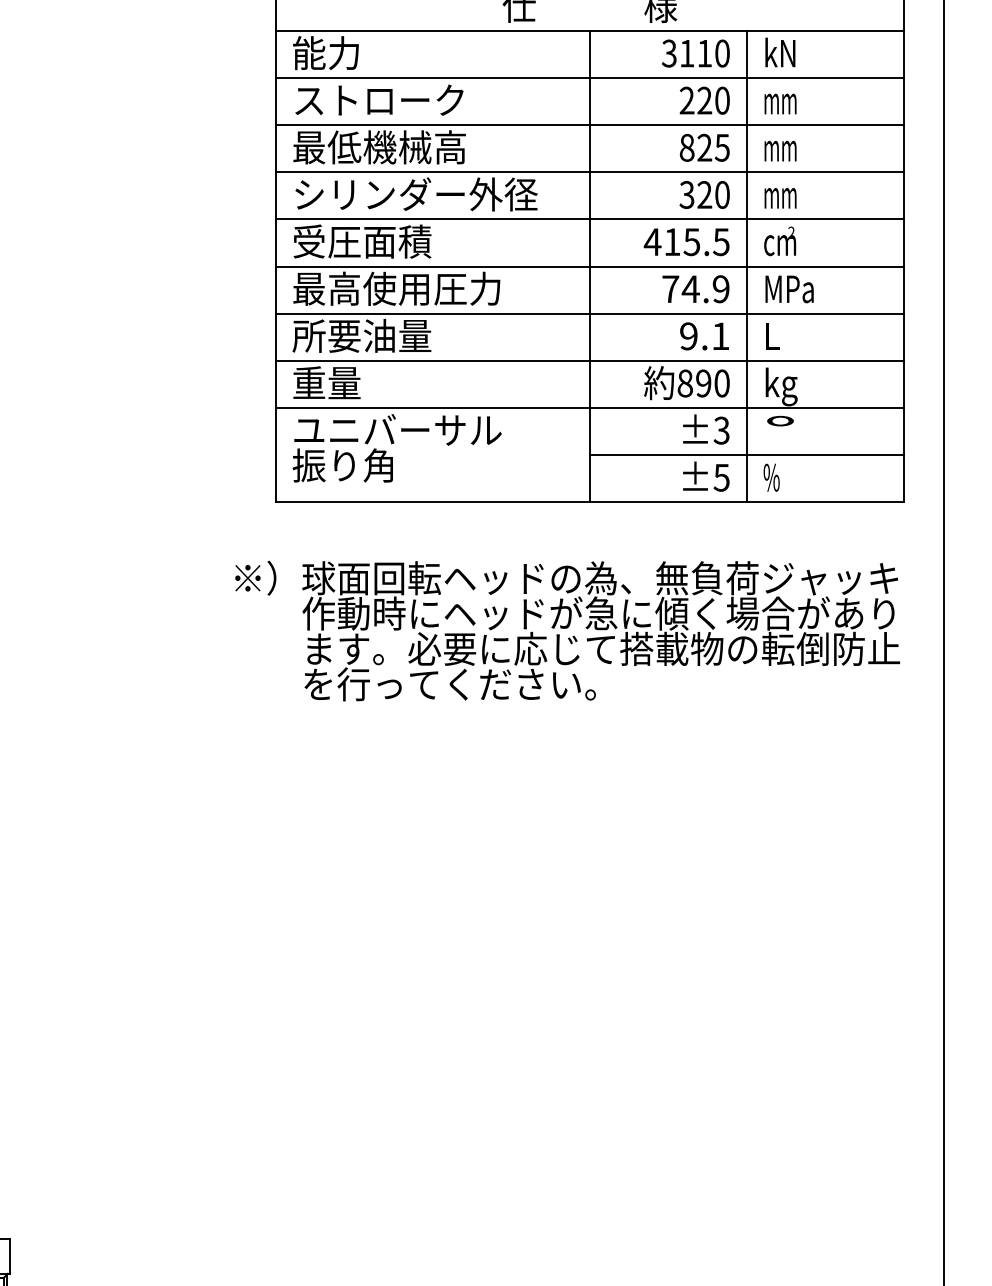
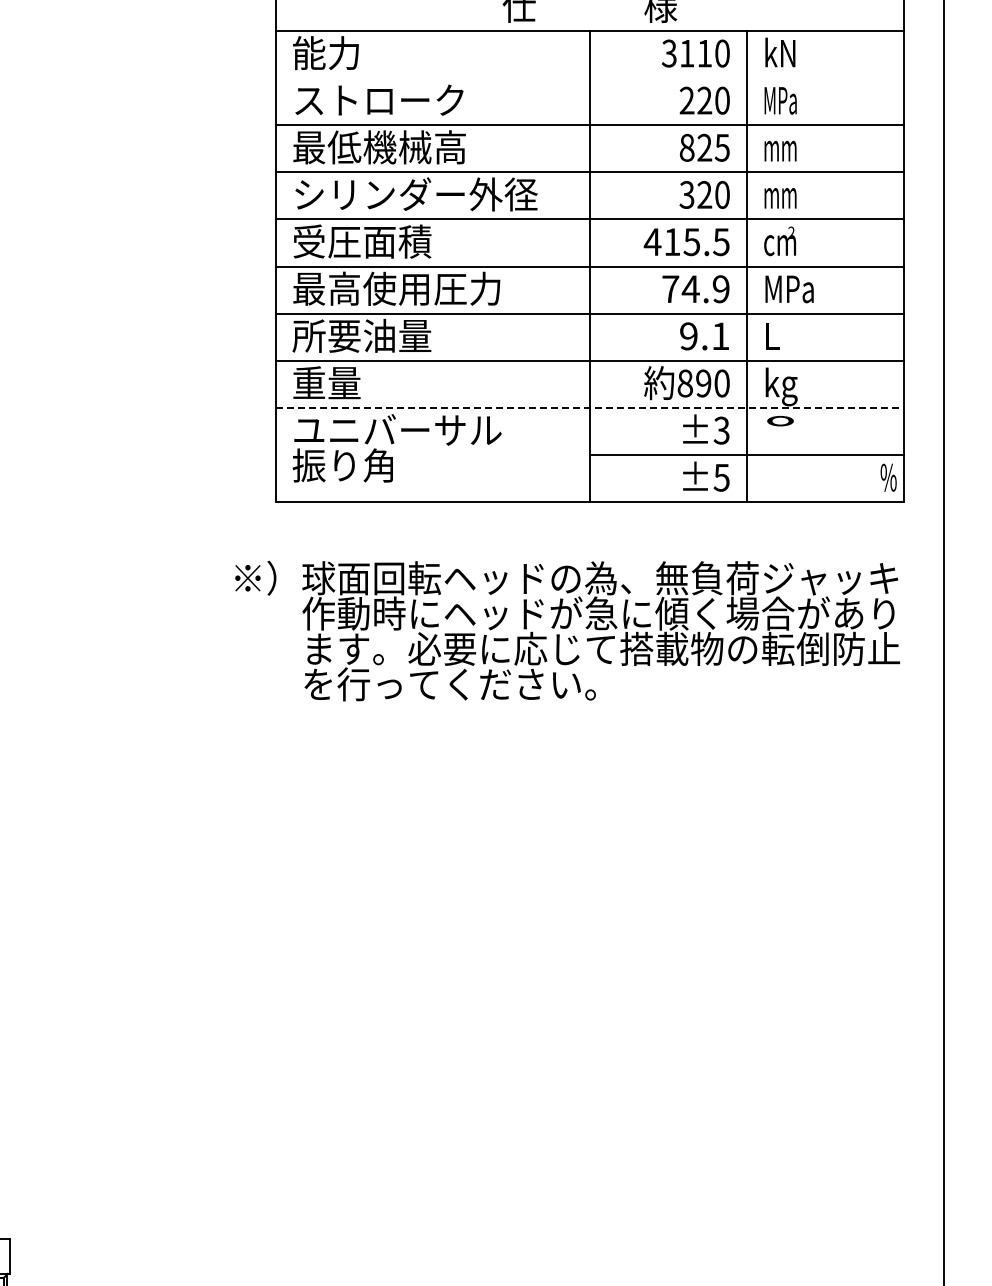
line at (589, 78): present -> none
text at (780, 100): mm -> MPa
line at (590, 408): solid -> dashed
text at (771, 477) position: (771, 477) -> (888, 477)
